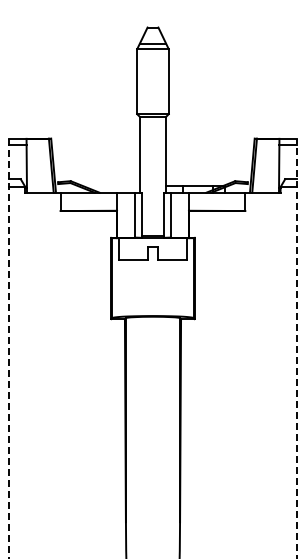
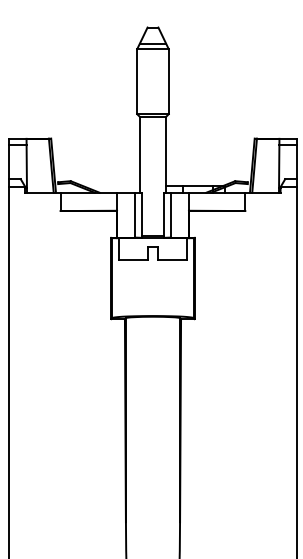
line at (8, 348): dashed -> solid
line at (297, 348): dashed -> solid
